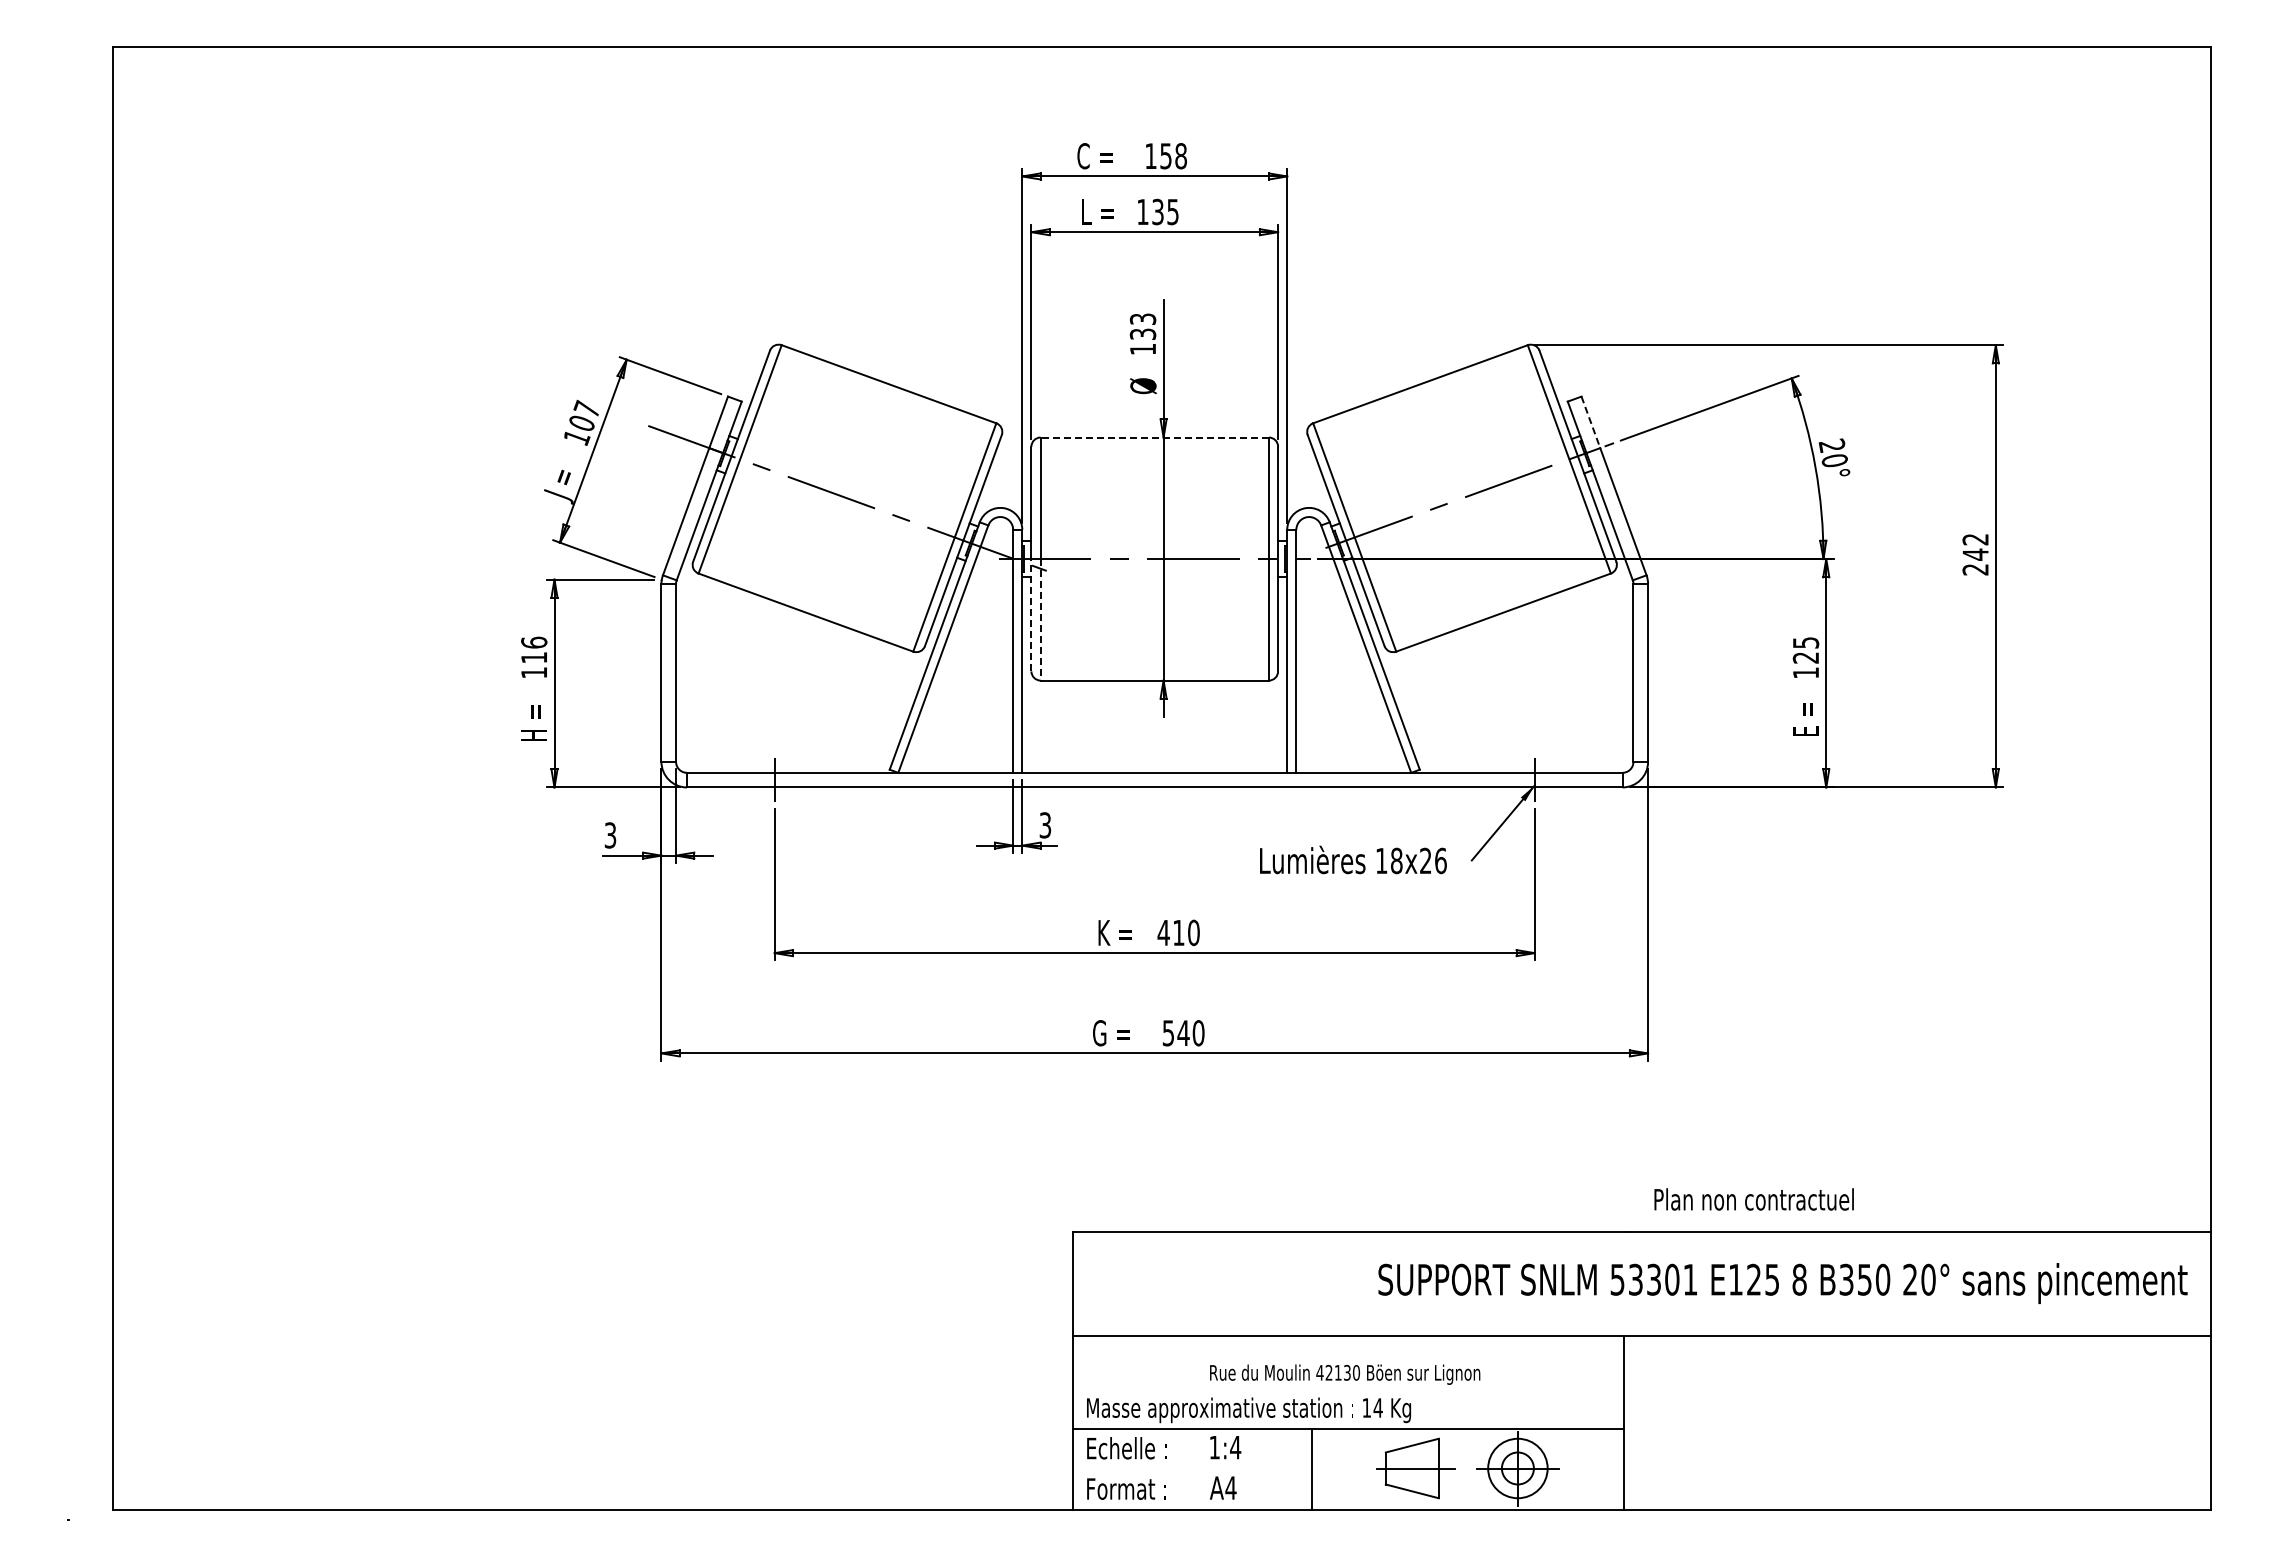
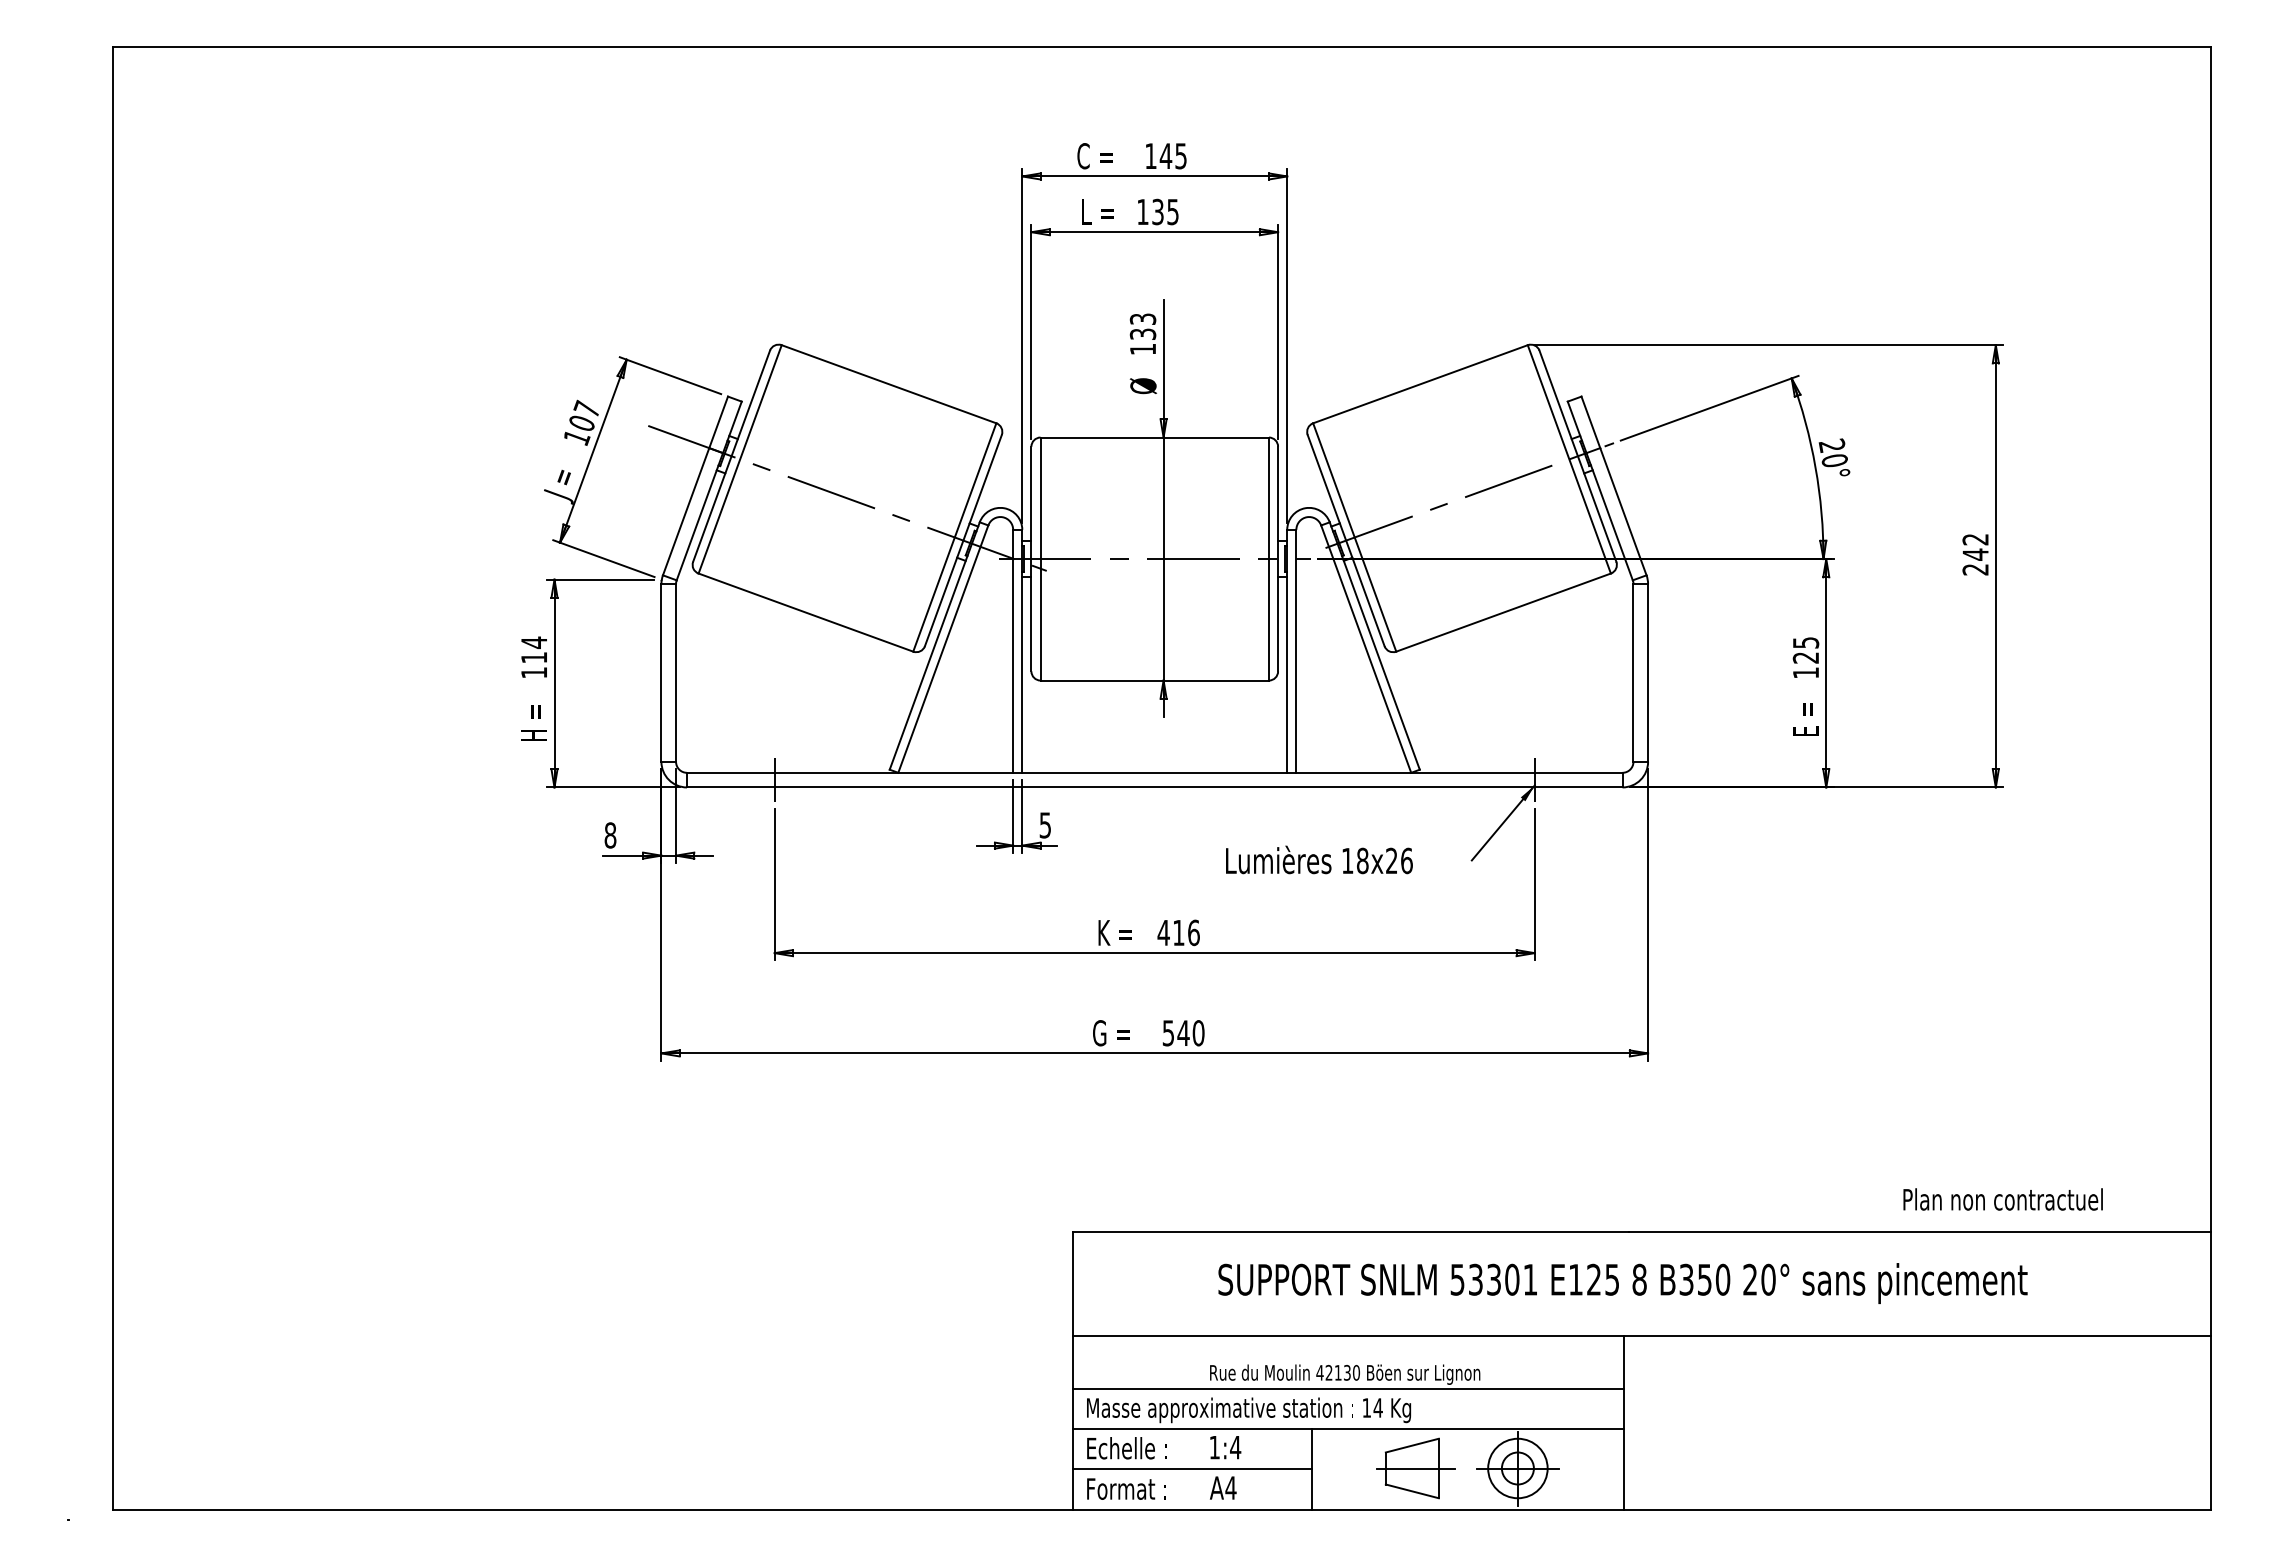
text at (1172, 156): 158 -> 145
line at (1591, 422): dashed -> solid
line at (1154, 437): dashed -> solid
line at (1031, 614): dashed -> solid
line at (1040, 619): dashed -> solid
text at (534, 642): 116 -> 114
text at (1045, 824): 3 -> 5
text at (610, 835): 3 -> 8
text at (1353, 859) position: (1353, 859) -> (1319, 859)
text at (1193, 932): 410 -> 416
text at (1753, 1199) position: (1753, 1199) -> (2002, 1199)
text at (1782, 1283) position: (1782, 1283) -> (1622, 1283)
line at (1348, 1388): none -> present
line at (1192, 1469): none -> present
